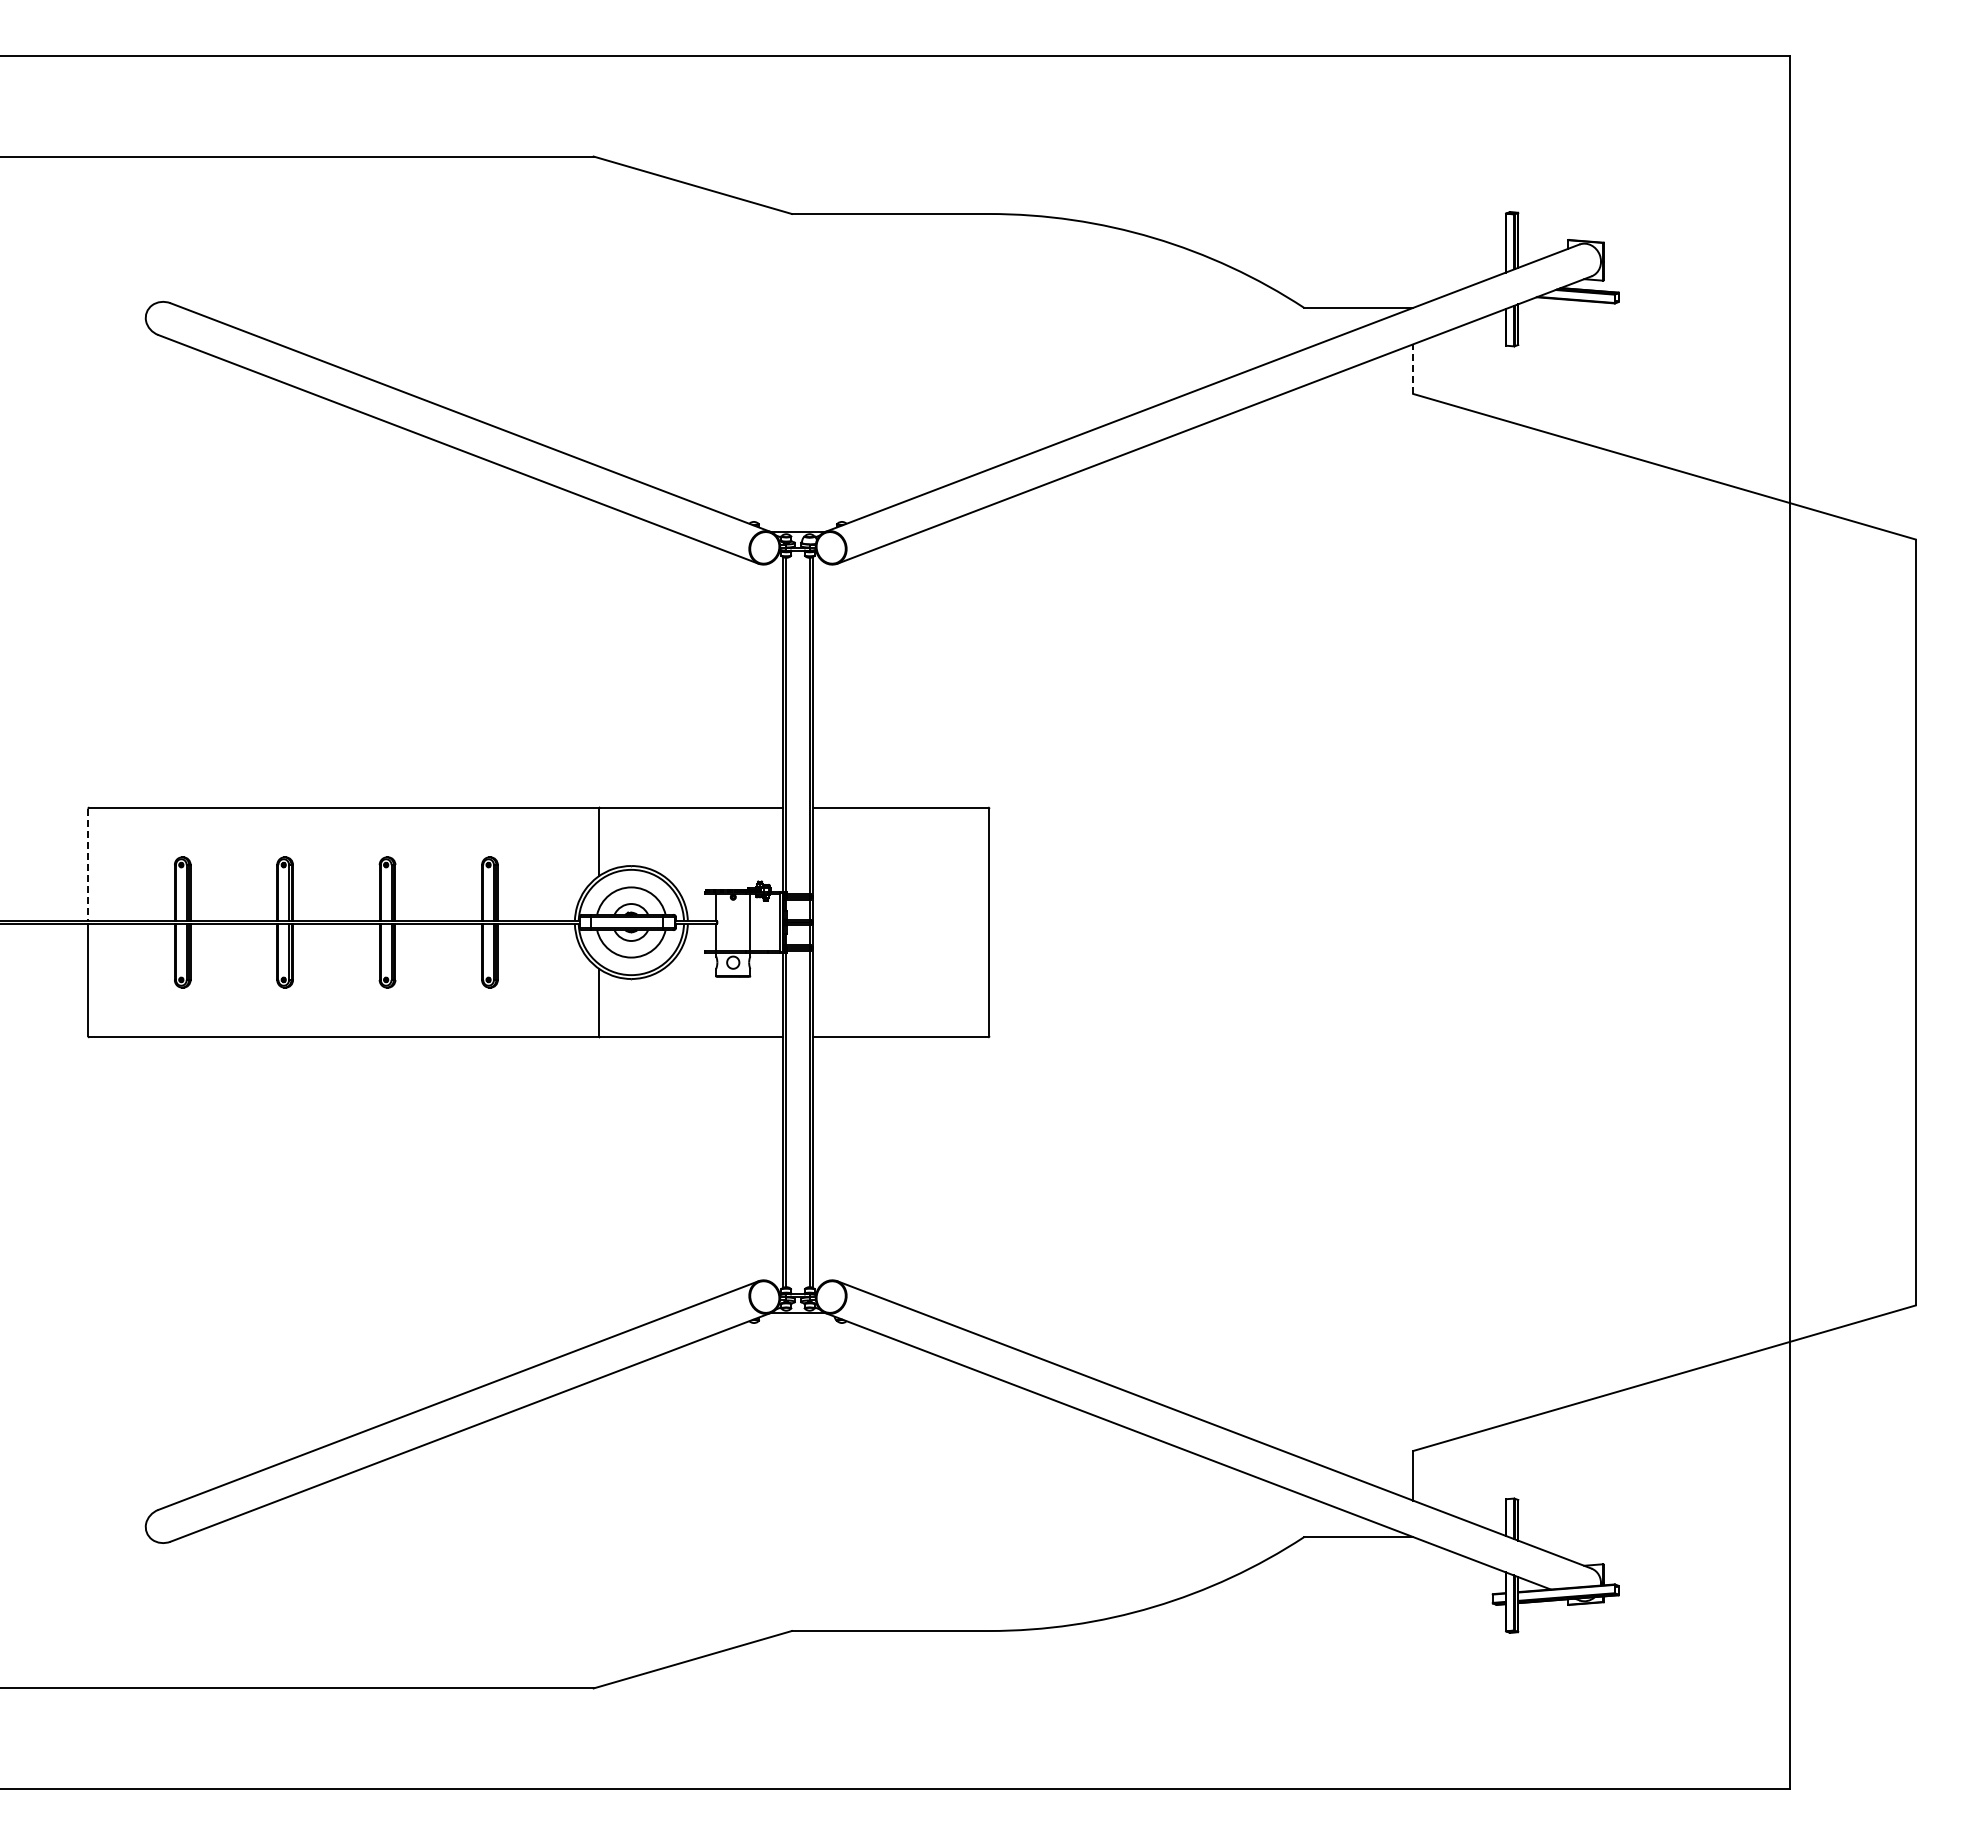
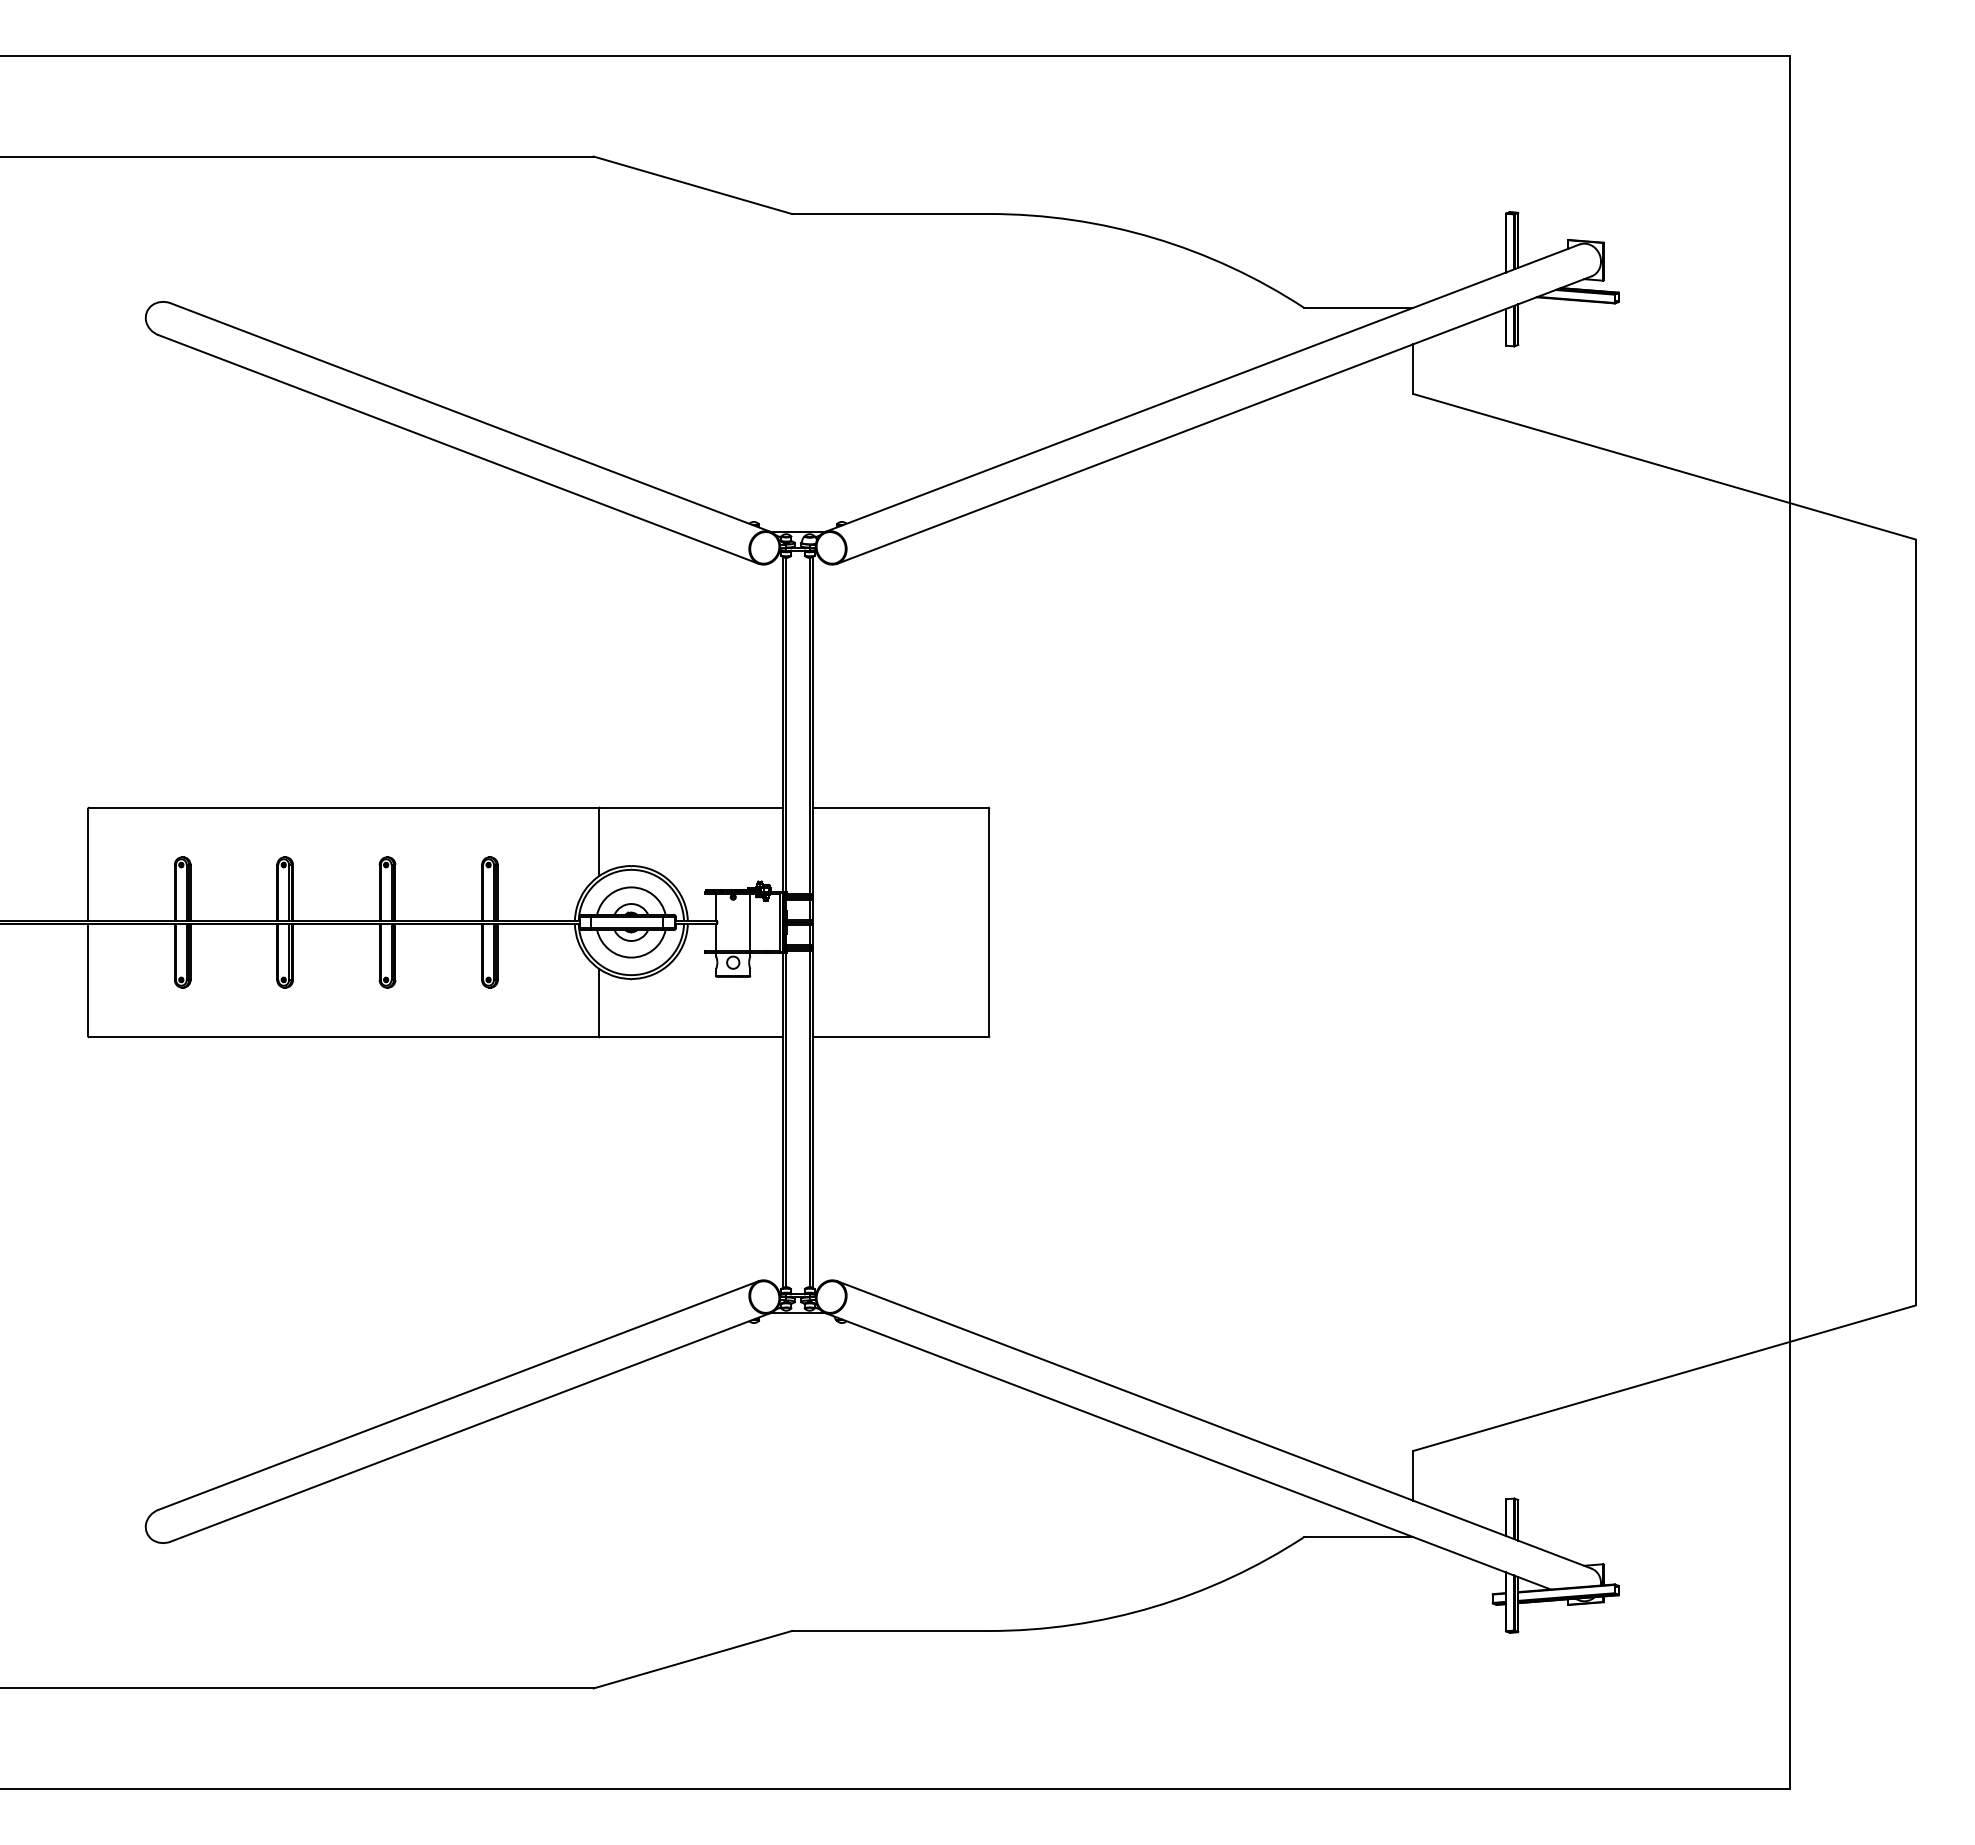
line at (1413, 369): dashed -> solid
line at (88, 865): dashed -> solid
